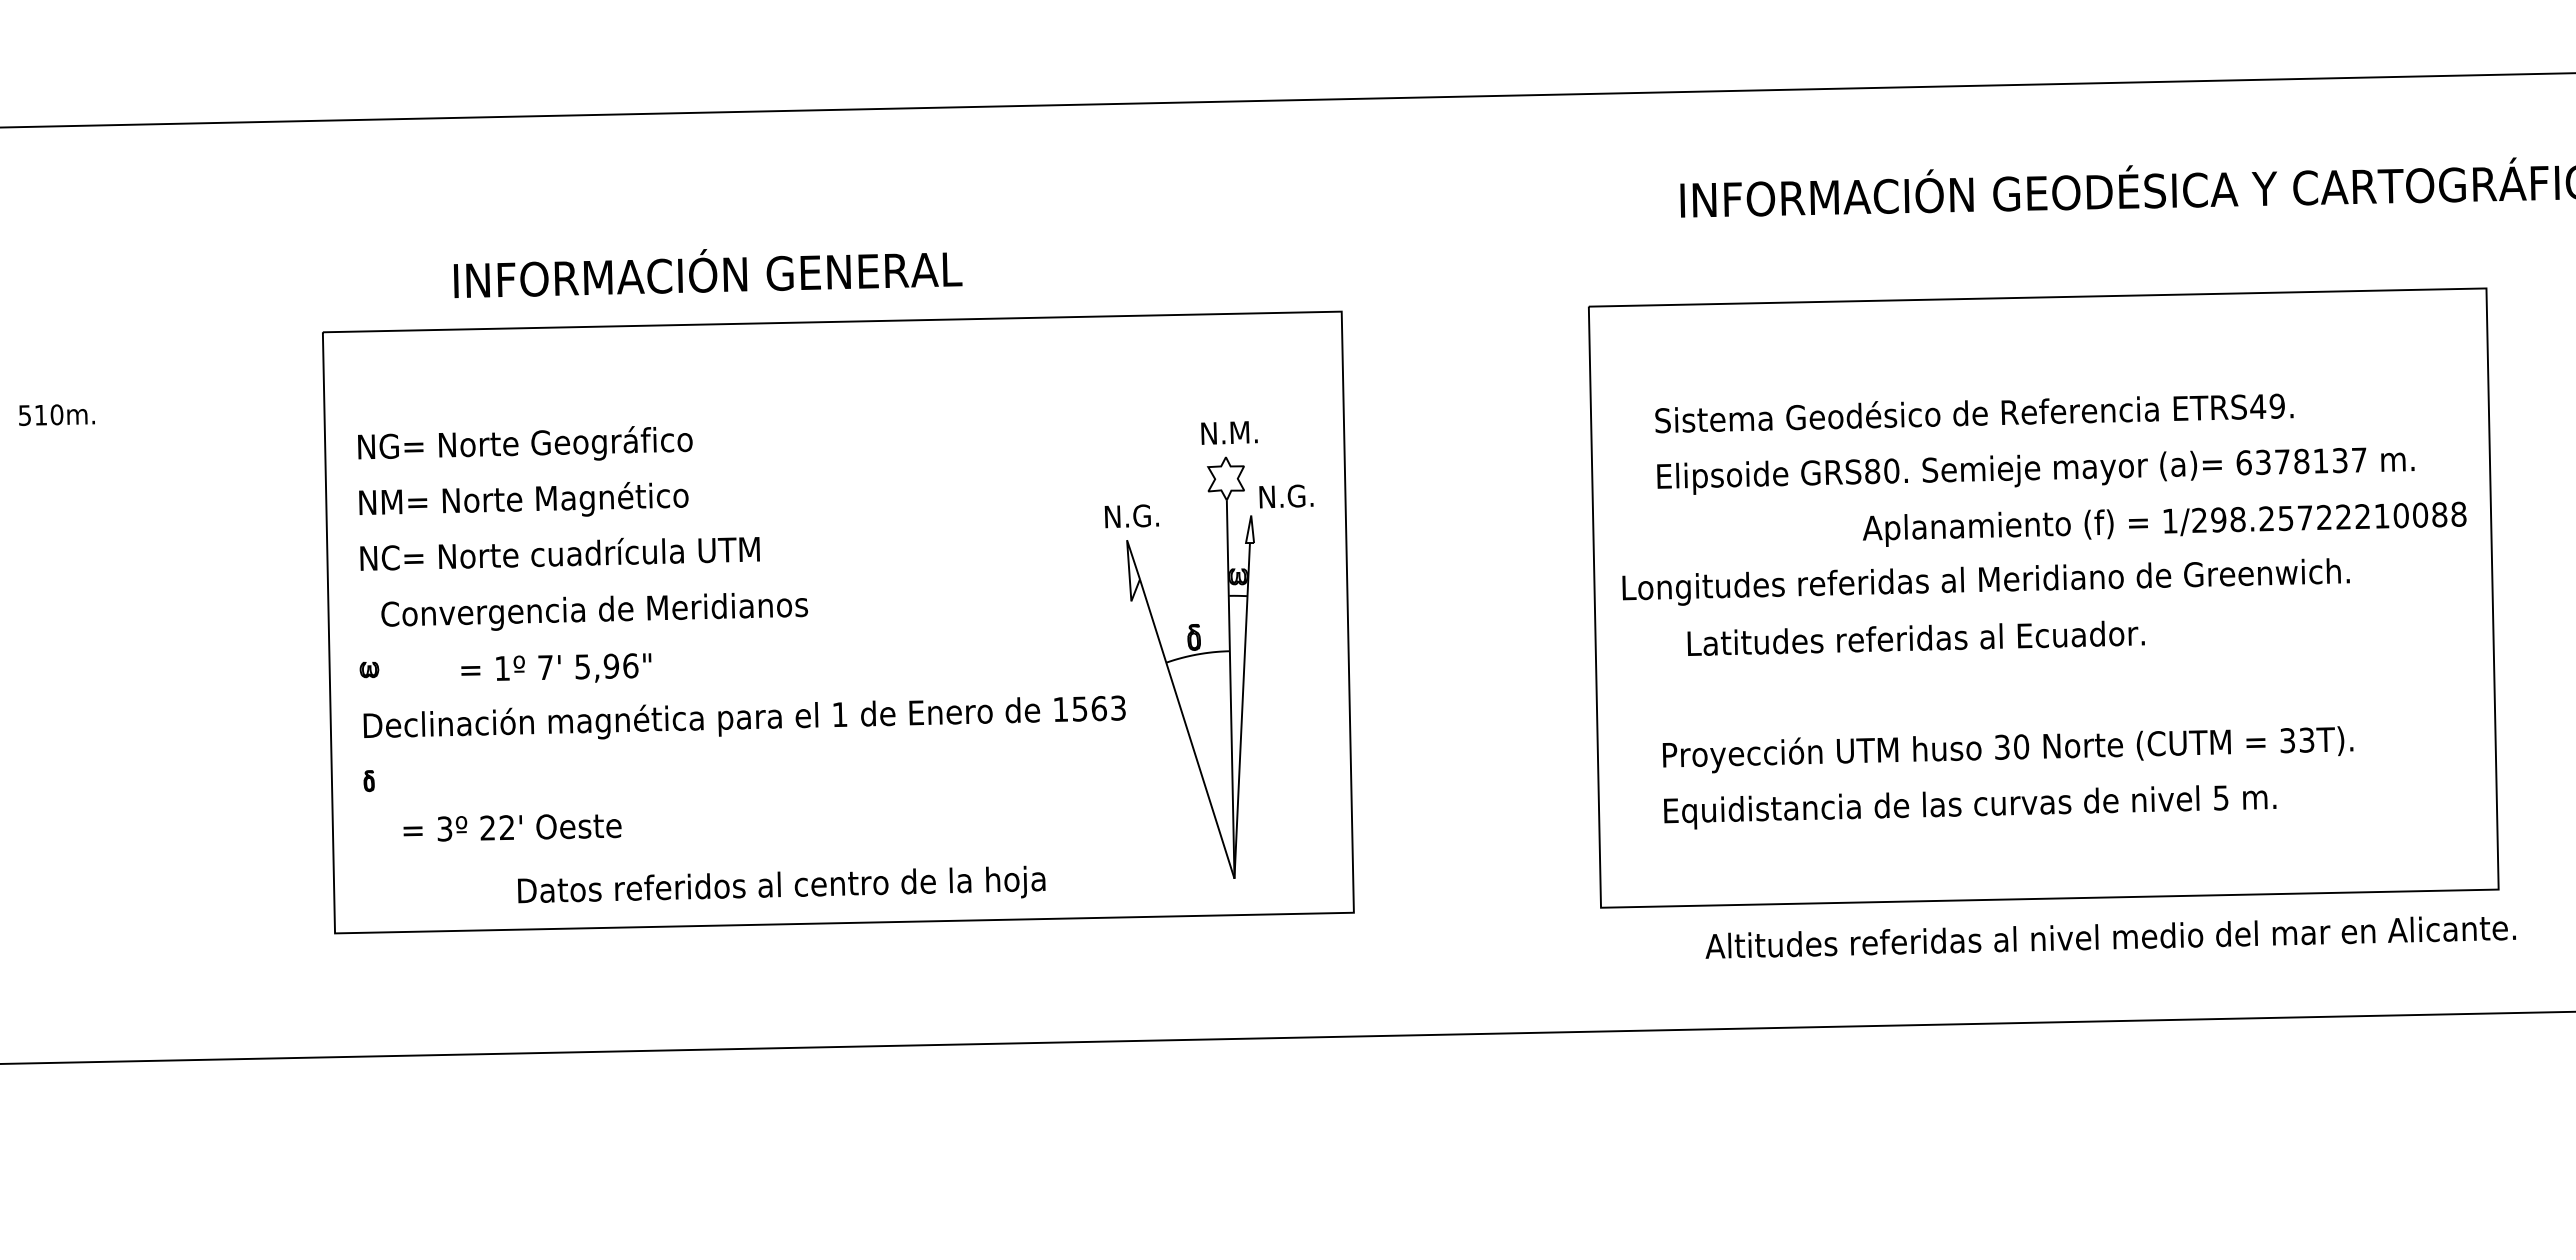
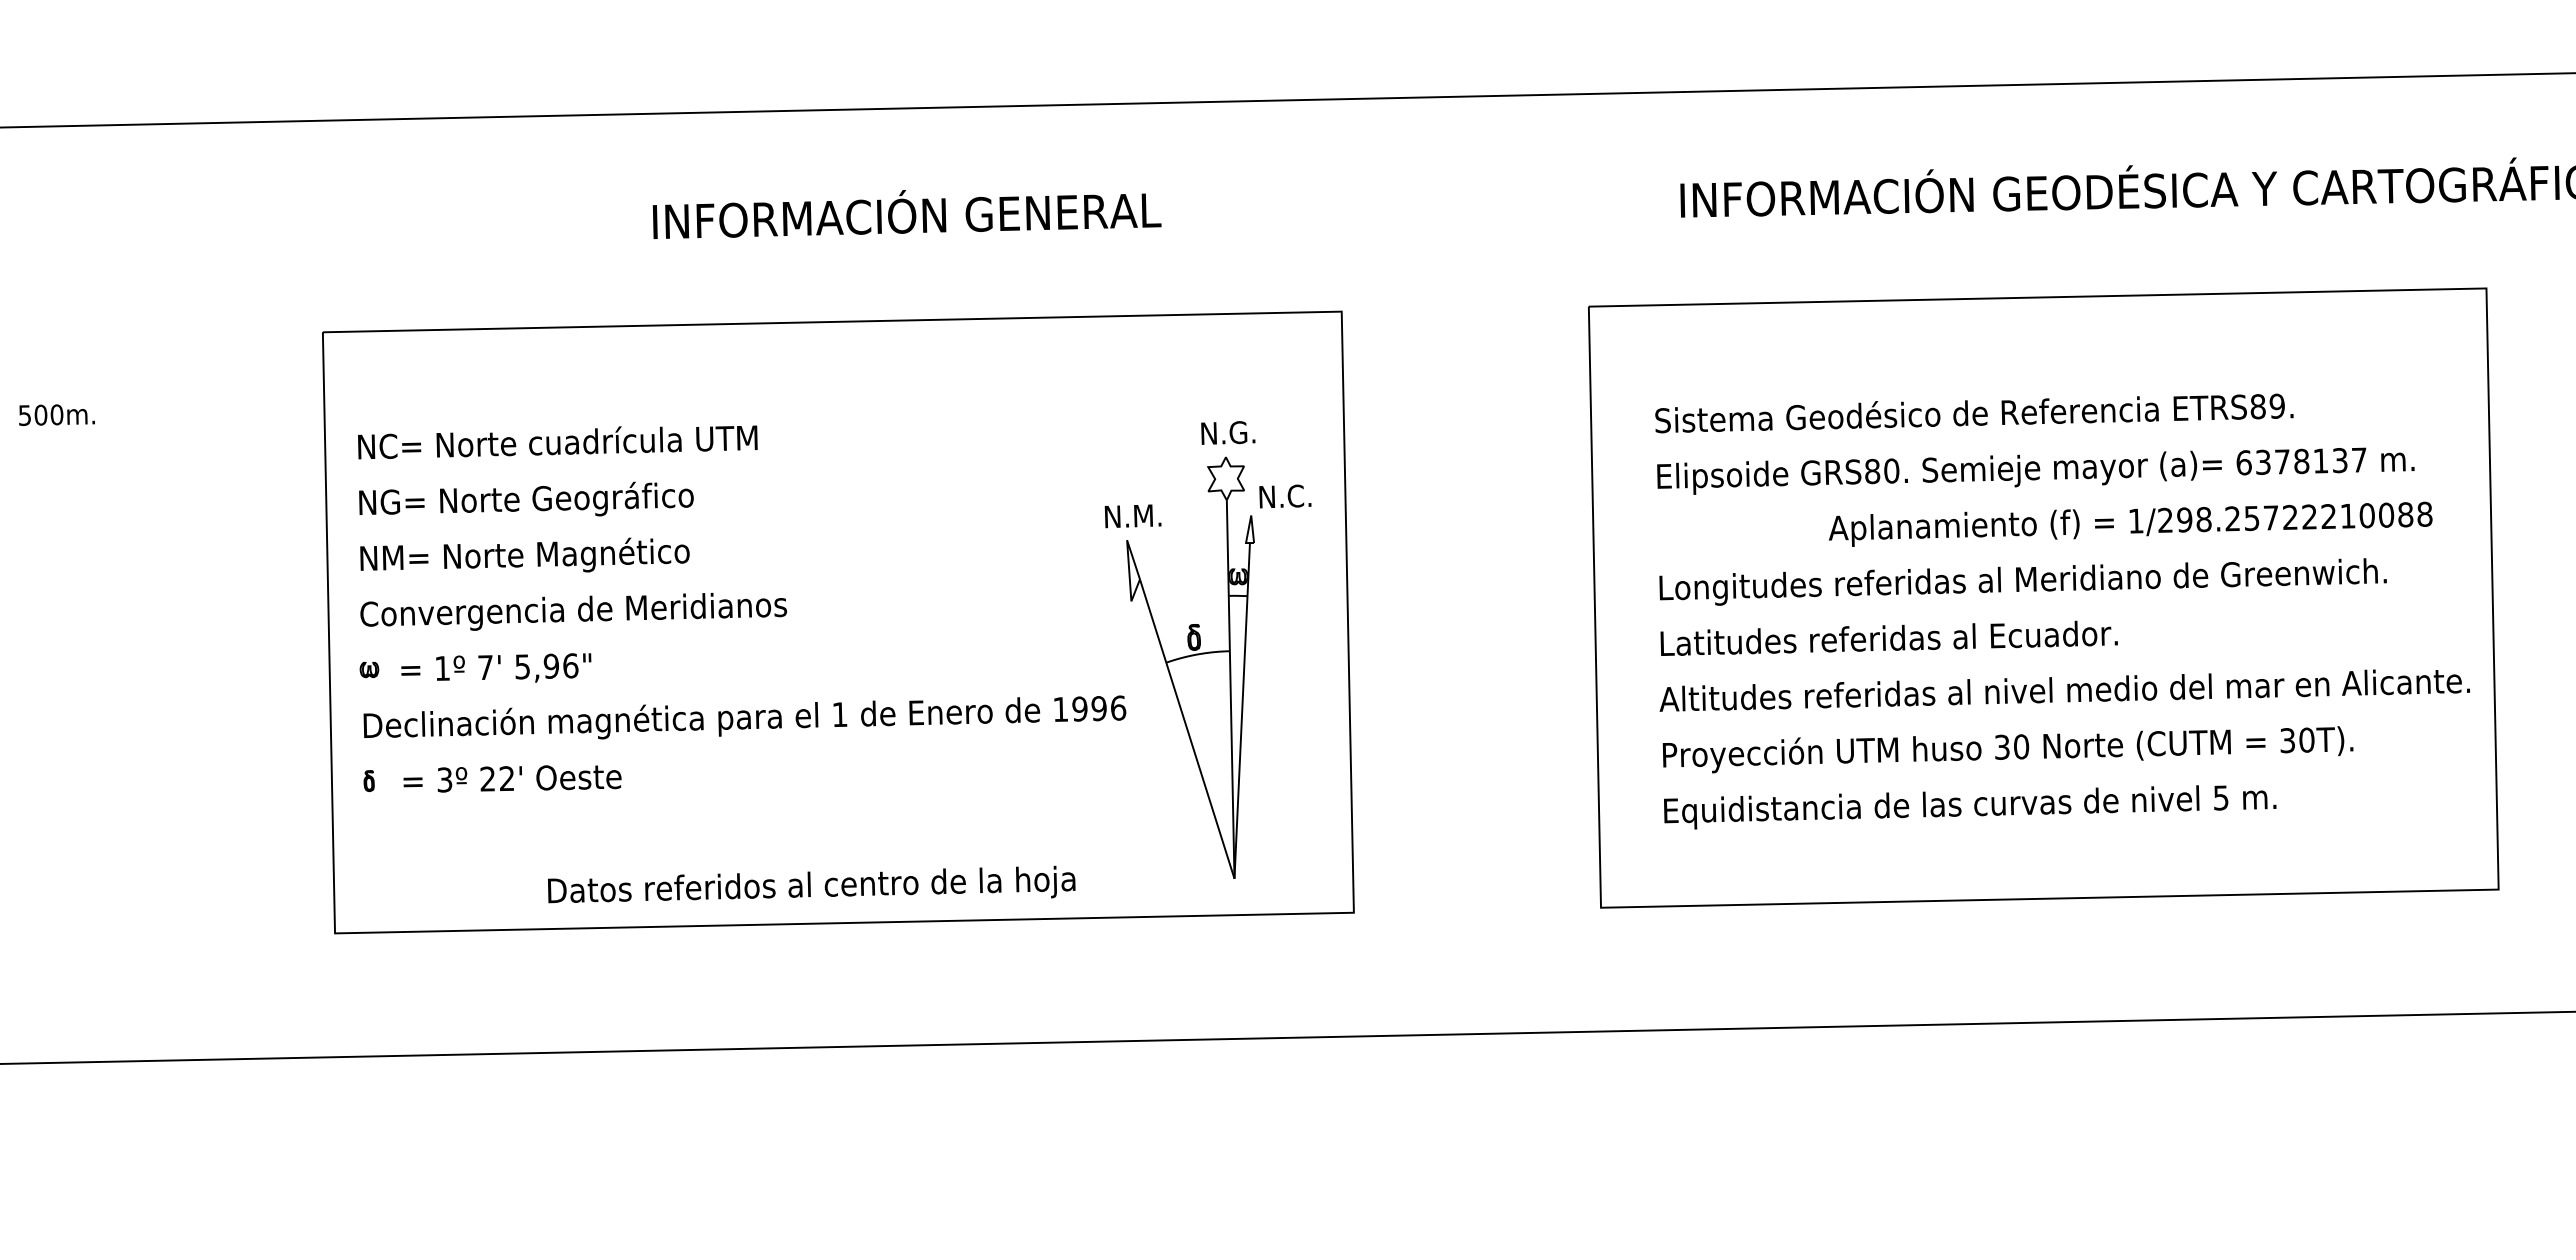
text at (707, 273) position: (707, 273) -> (906, 214)
text at (2258, 406): ETRS49. -> ETRS89.
text at (40, 414): 510m. -> 500m.
text at (1243, 432): N.M. -> N.G.
text at (574, 442): NG= Norte Geográfico -> NC= Norte cuadrícula UTM
text at (1305, 496): N.G. -> N.C.
text at (536, 498): NM= Norte Magnético -> NG= Norte Geográfico
text at (1147, 515): N.G. -> N.M.
text at (2164, 523) position: (2164, 523) -> (2130, 523)
text at (570, 554): NC= Norte cuadrícula UTM -> NM= Norte Magnético
text at (1985, 581) position: (1985, 581) -> (2022, 581)
text at (594, 611) position: (594, 611) -> (573, 611)
text at (1915, 637) position: (1915, 637) -> (1888, 637)
text at (556, 667) position: (556, 667) -> (496, 667)
text at (1099, 708): 1563 -> 1996
text at (2306, 739): 33T). -> 30T).
text at (512, 827) position: (512, 827) -> (512, 778)
text at (781, 884) position: (781, 884) -> (811, 884)
text at (2110, 937) position: (2110, 937) -> (2064, 690)
